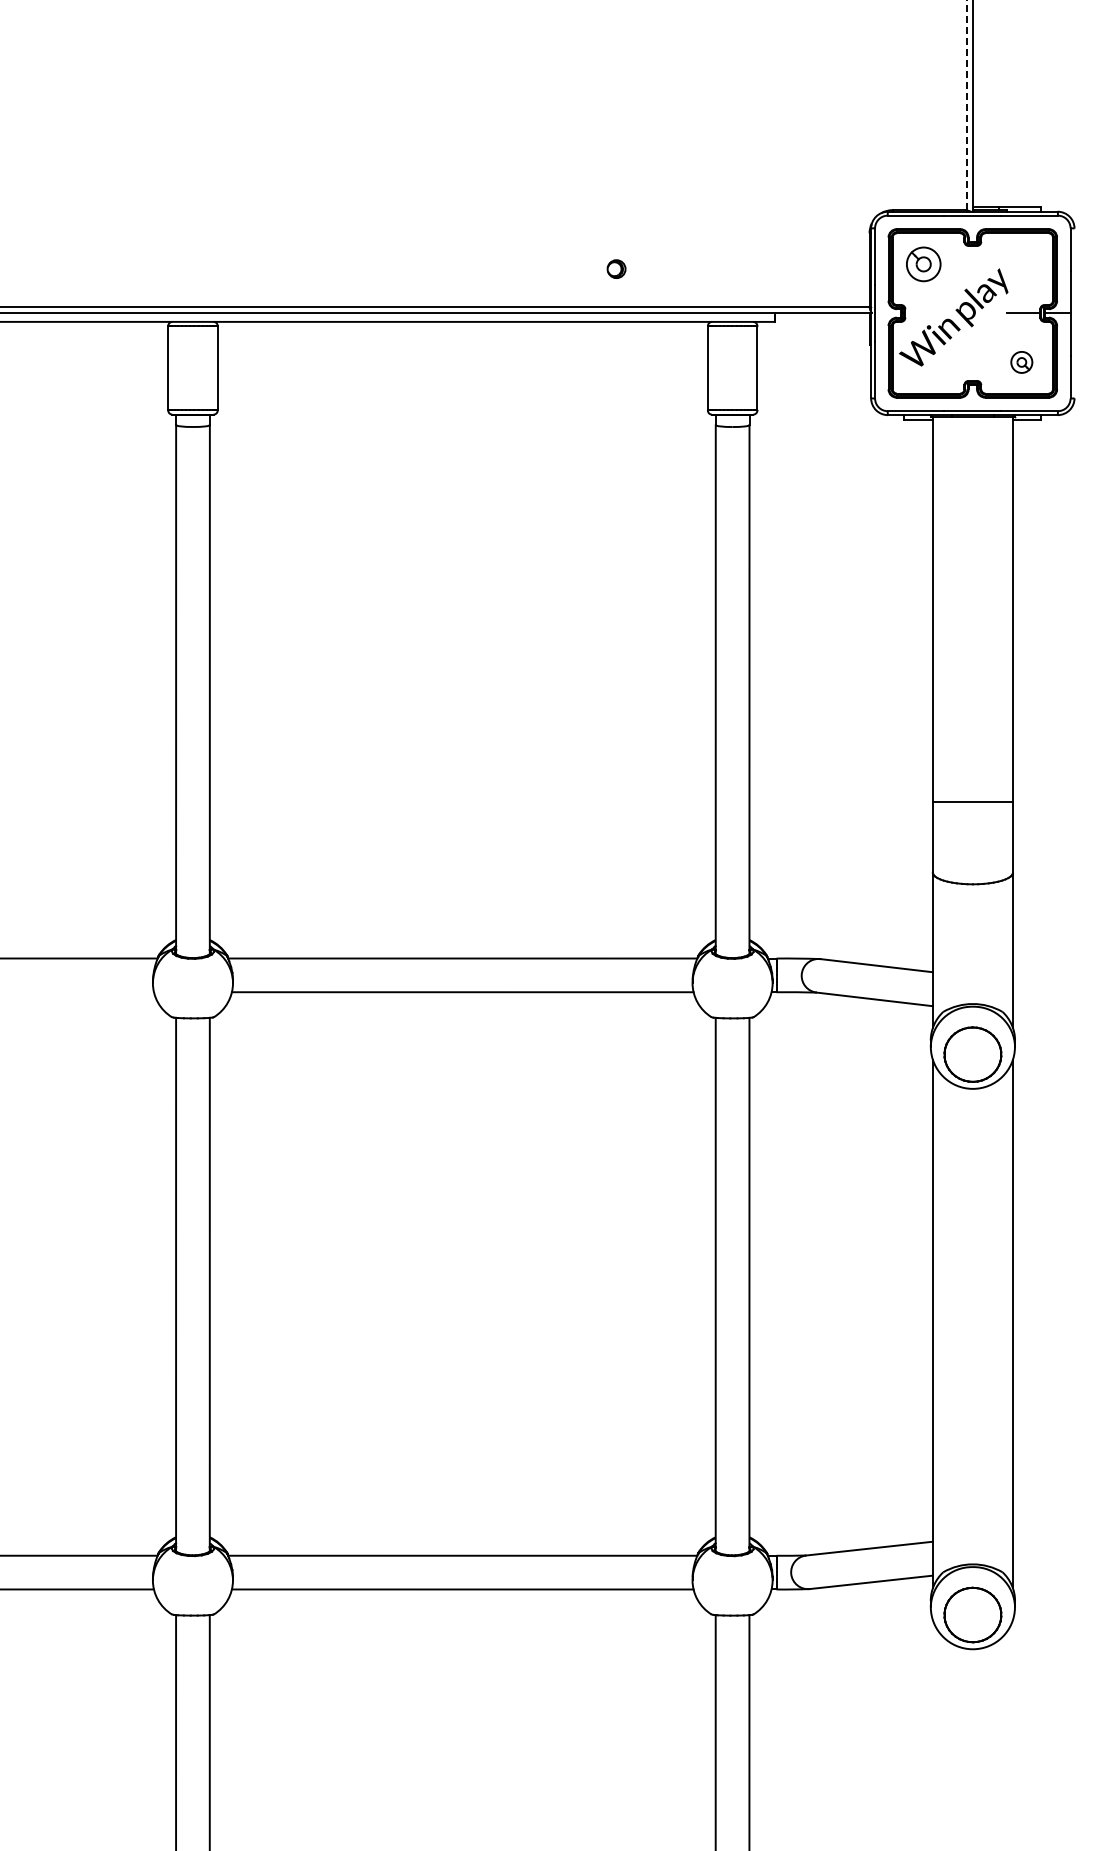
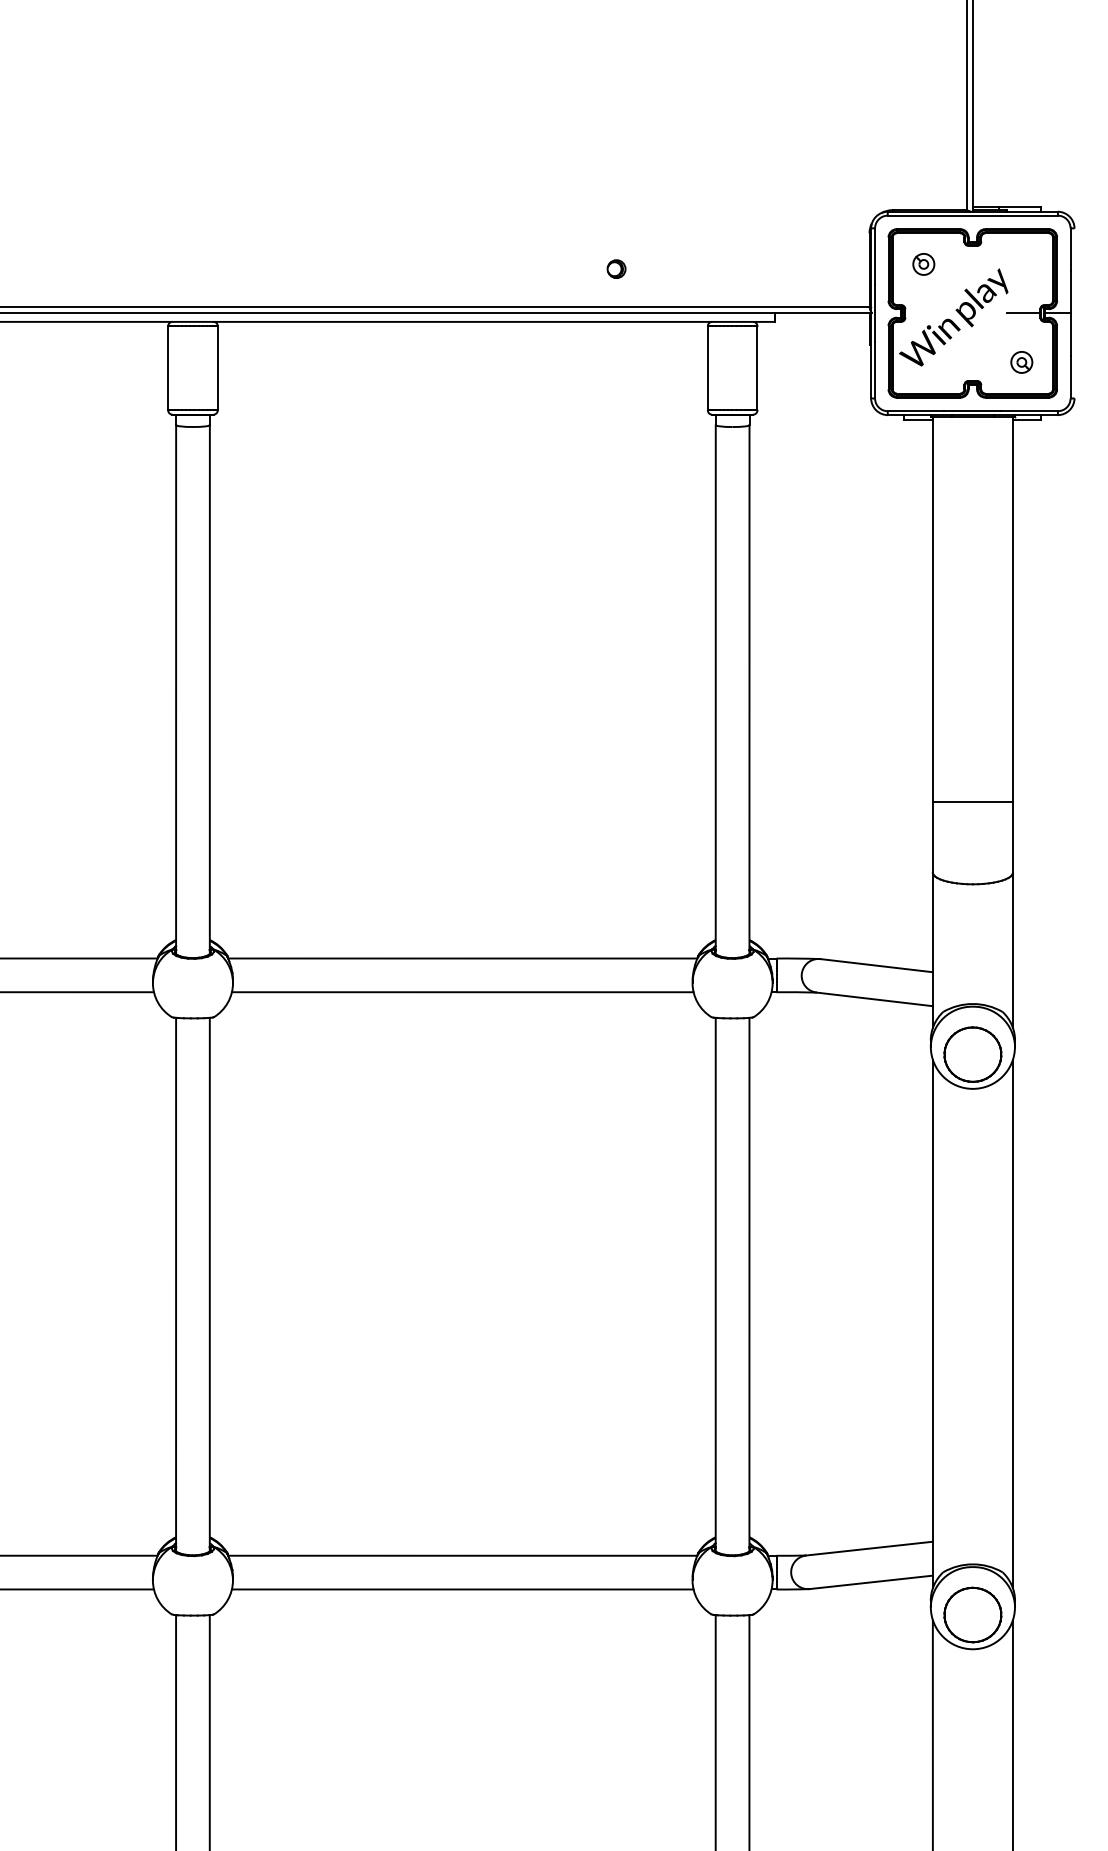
line at (966, 105): dashed -> solid
part at (923, 264) size: 36x37 px -> 24x23 px
line at (77, 992): none -> present
line at (932, 1733): none -> present
line at (1012, 1733): none -> present
